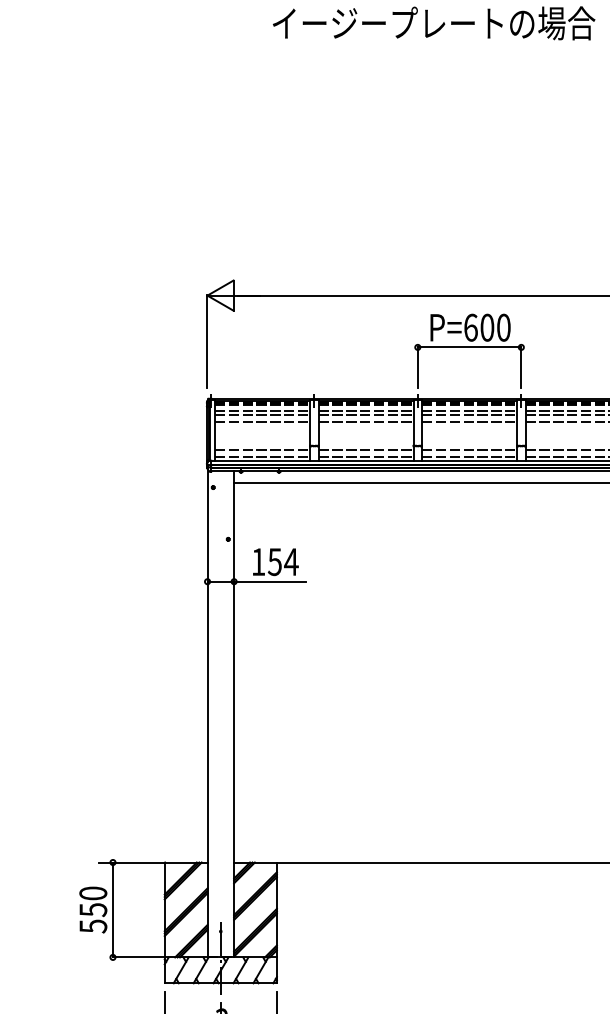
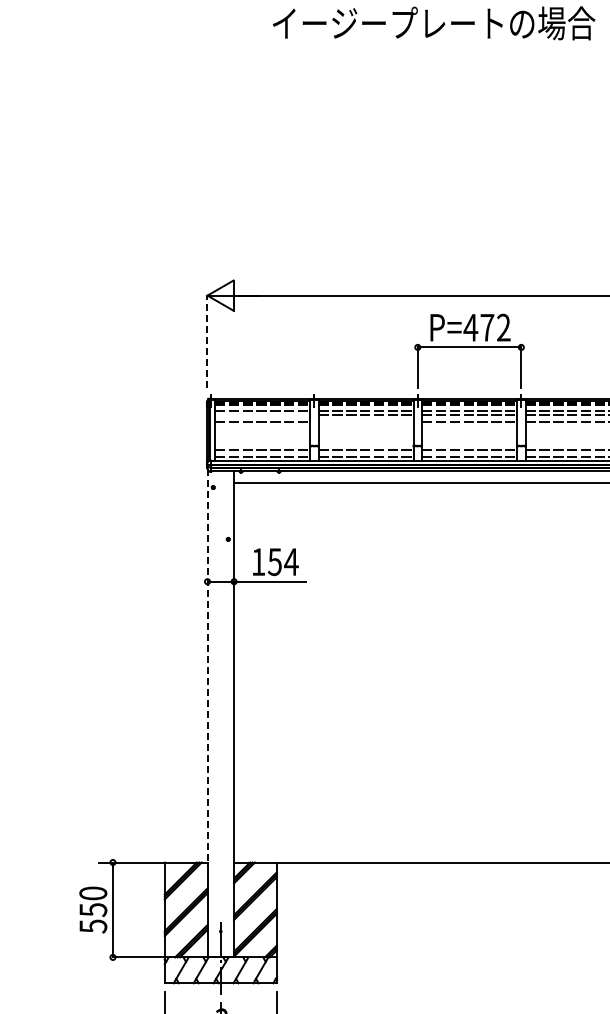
text at (486, 327): P=600 -> P=472
line at (207, 341): solid -> dashed
line at (262, 414): present -> none
line at (365, 421): present -> none
line at (207, 665): solid -> dashed
